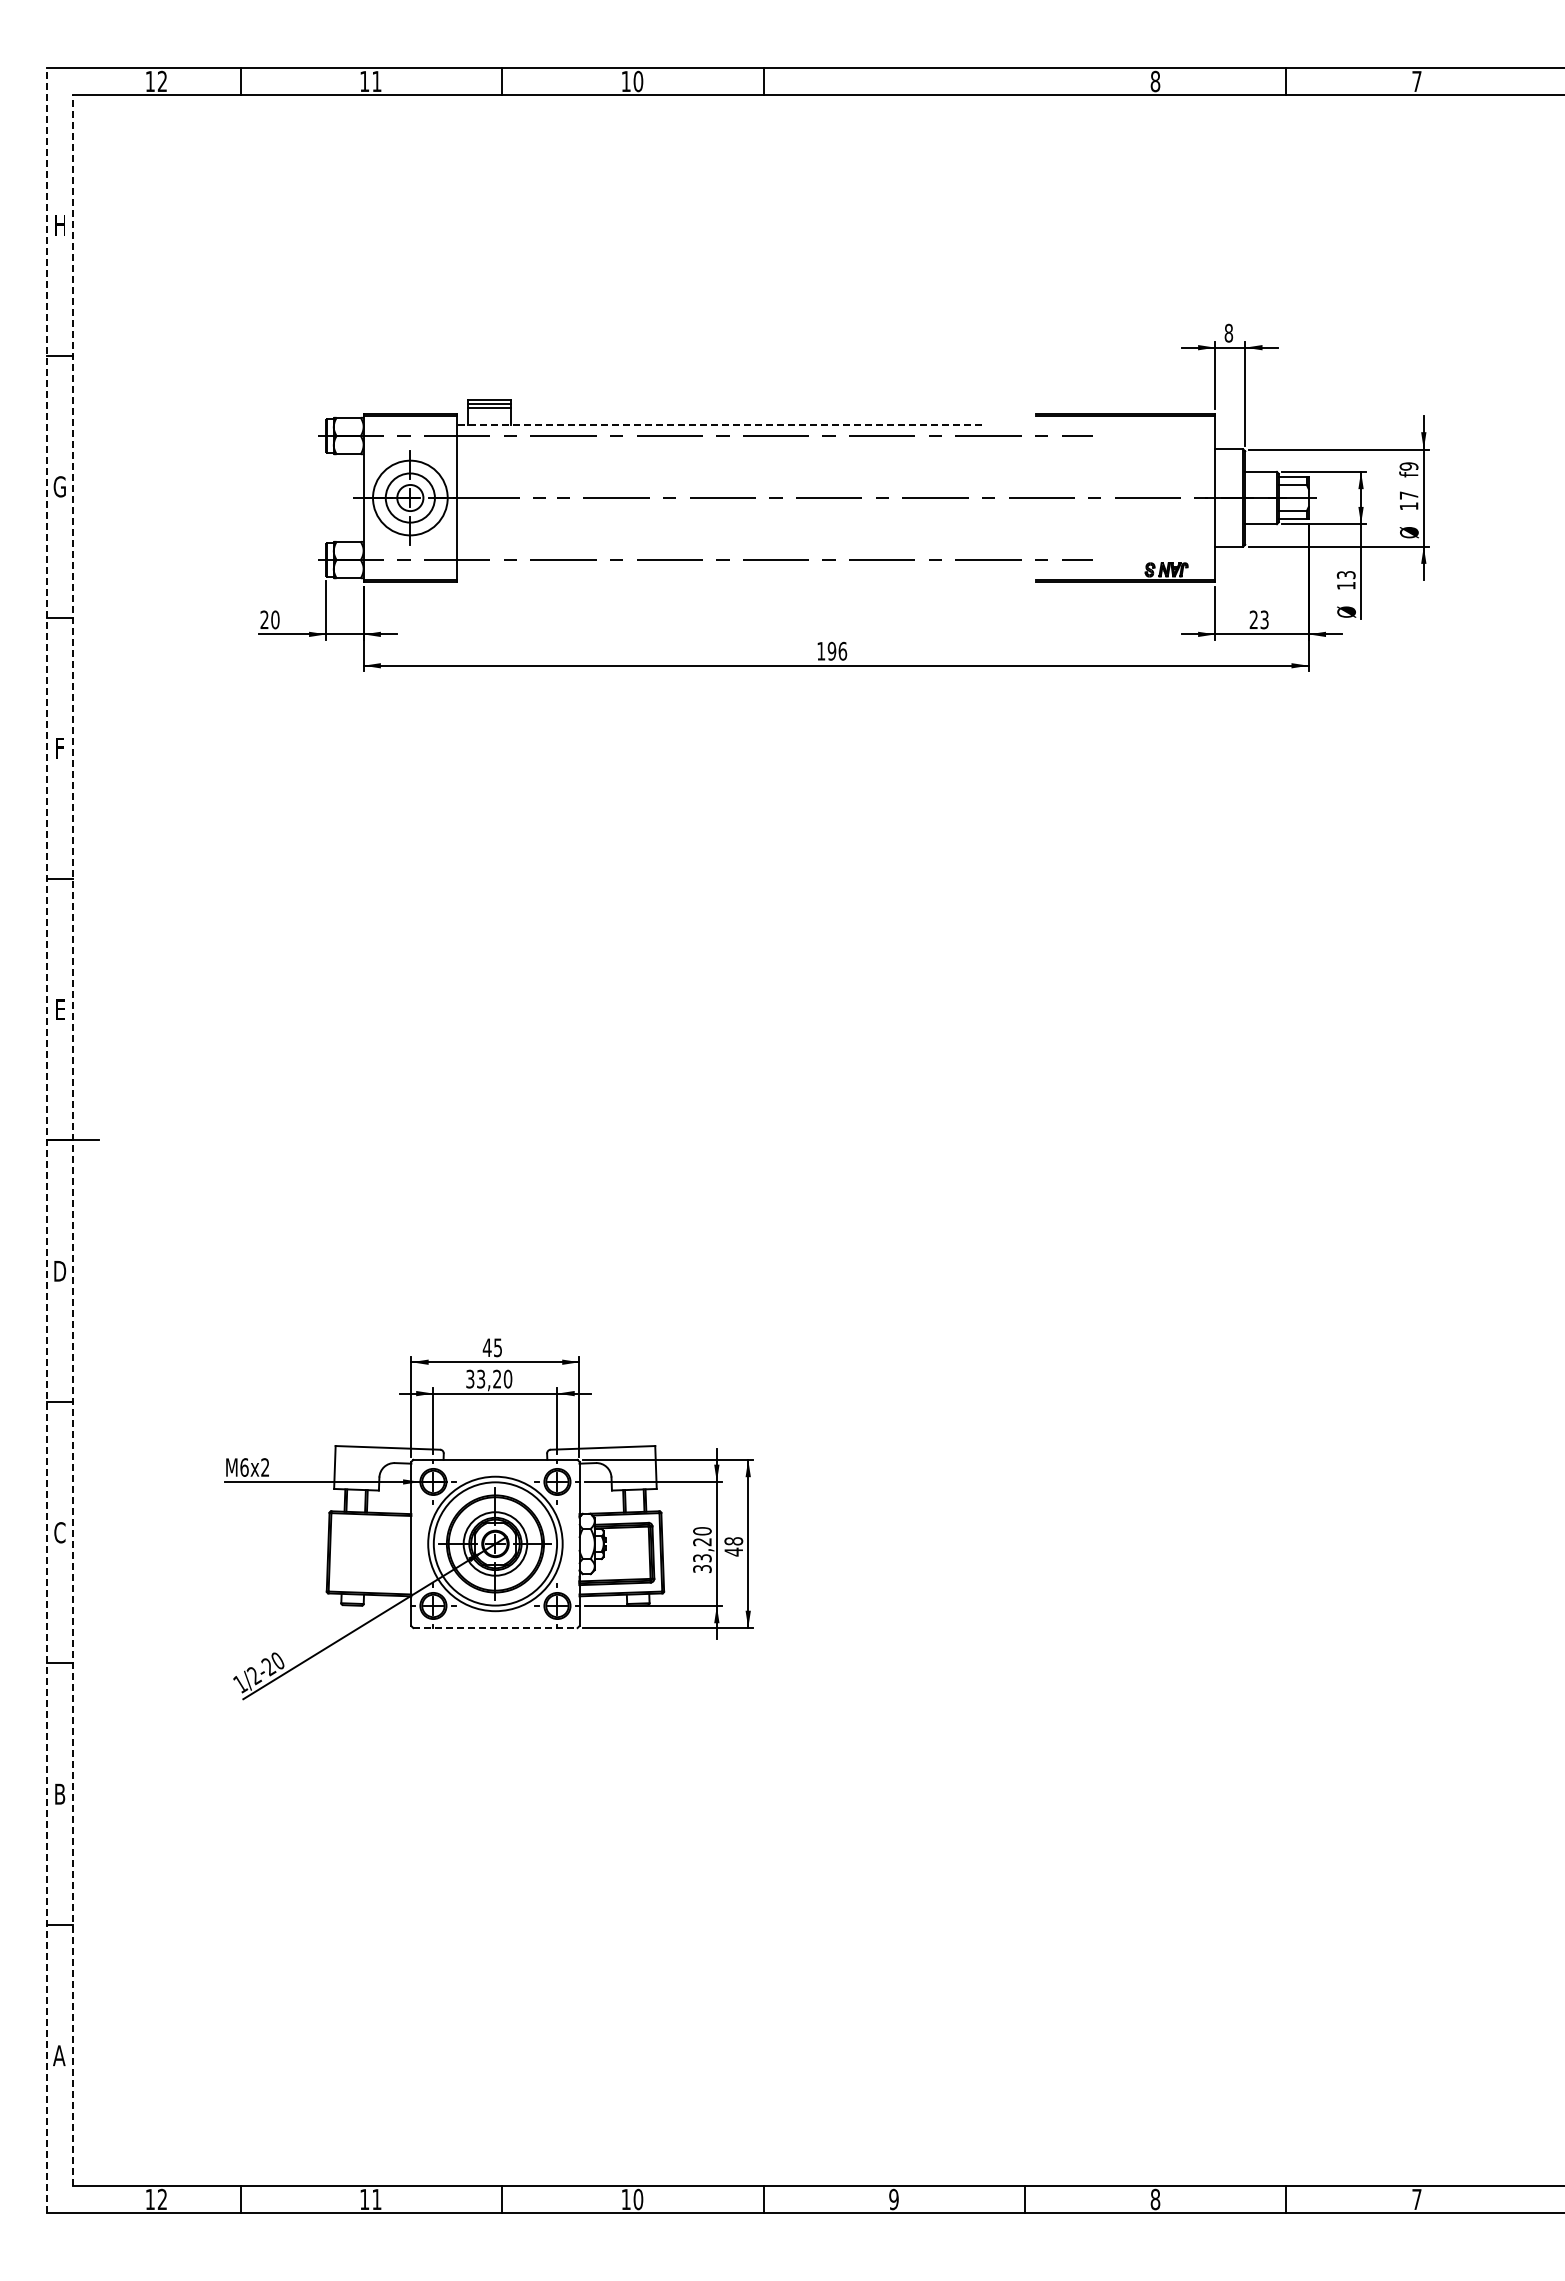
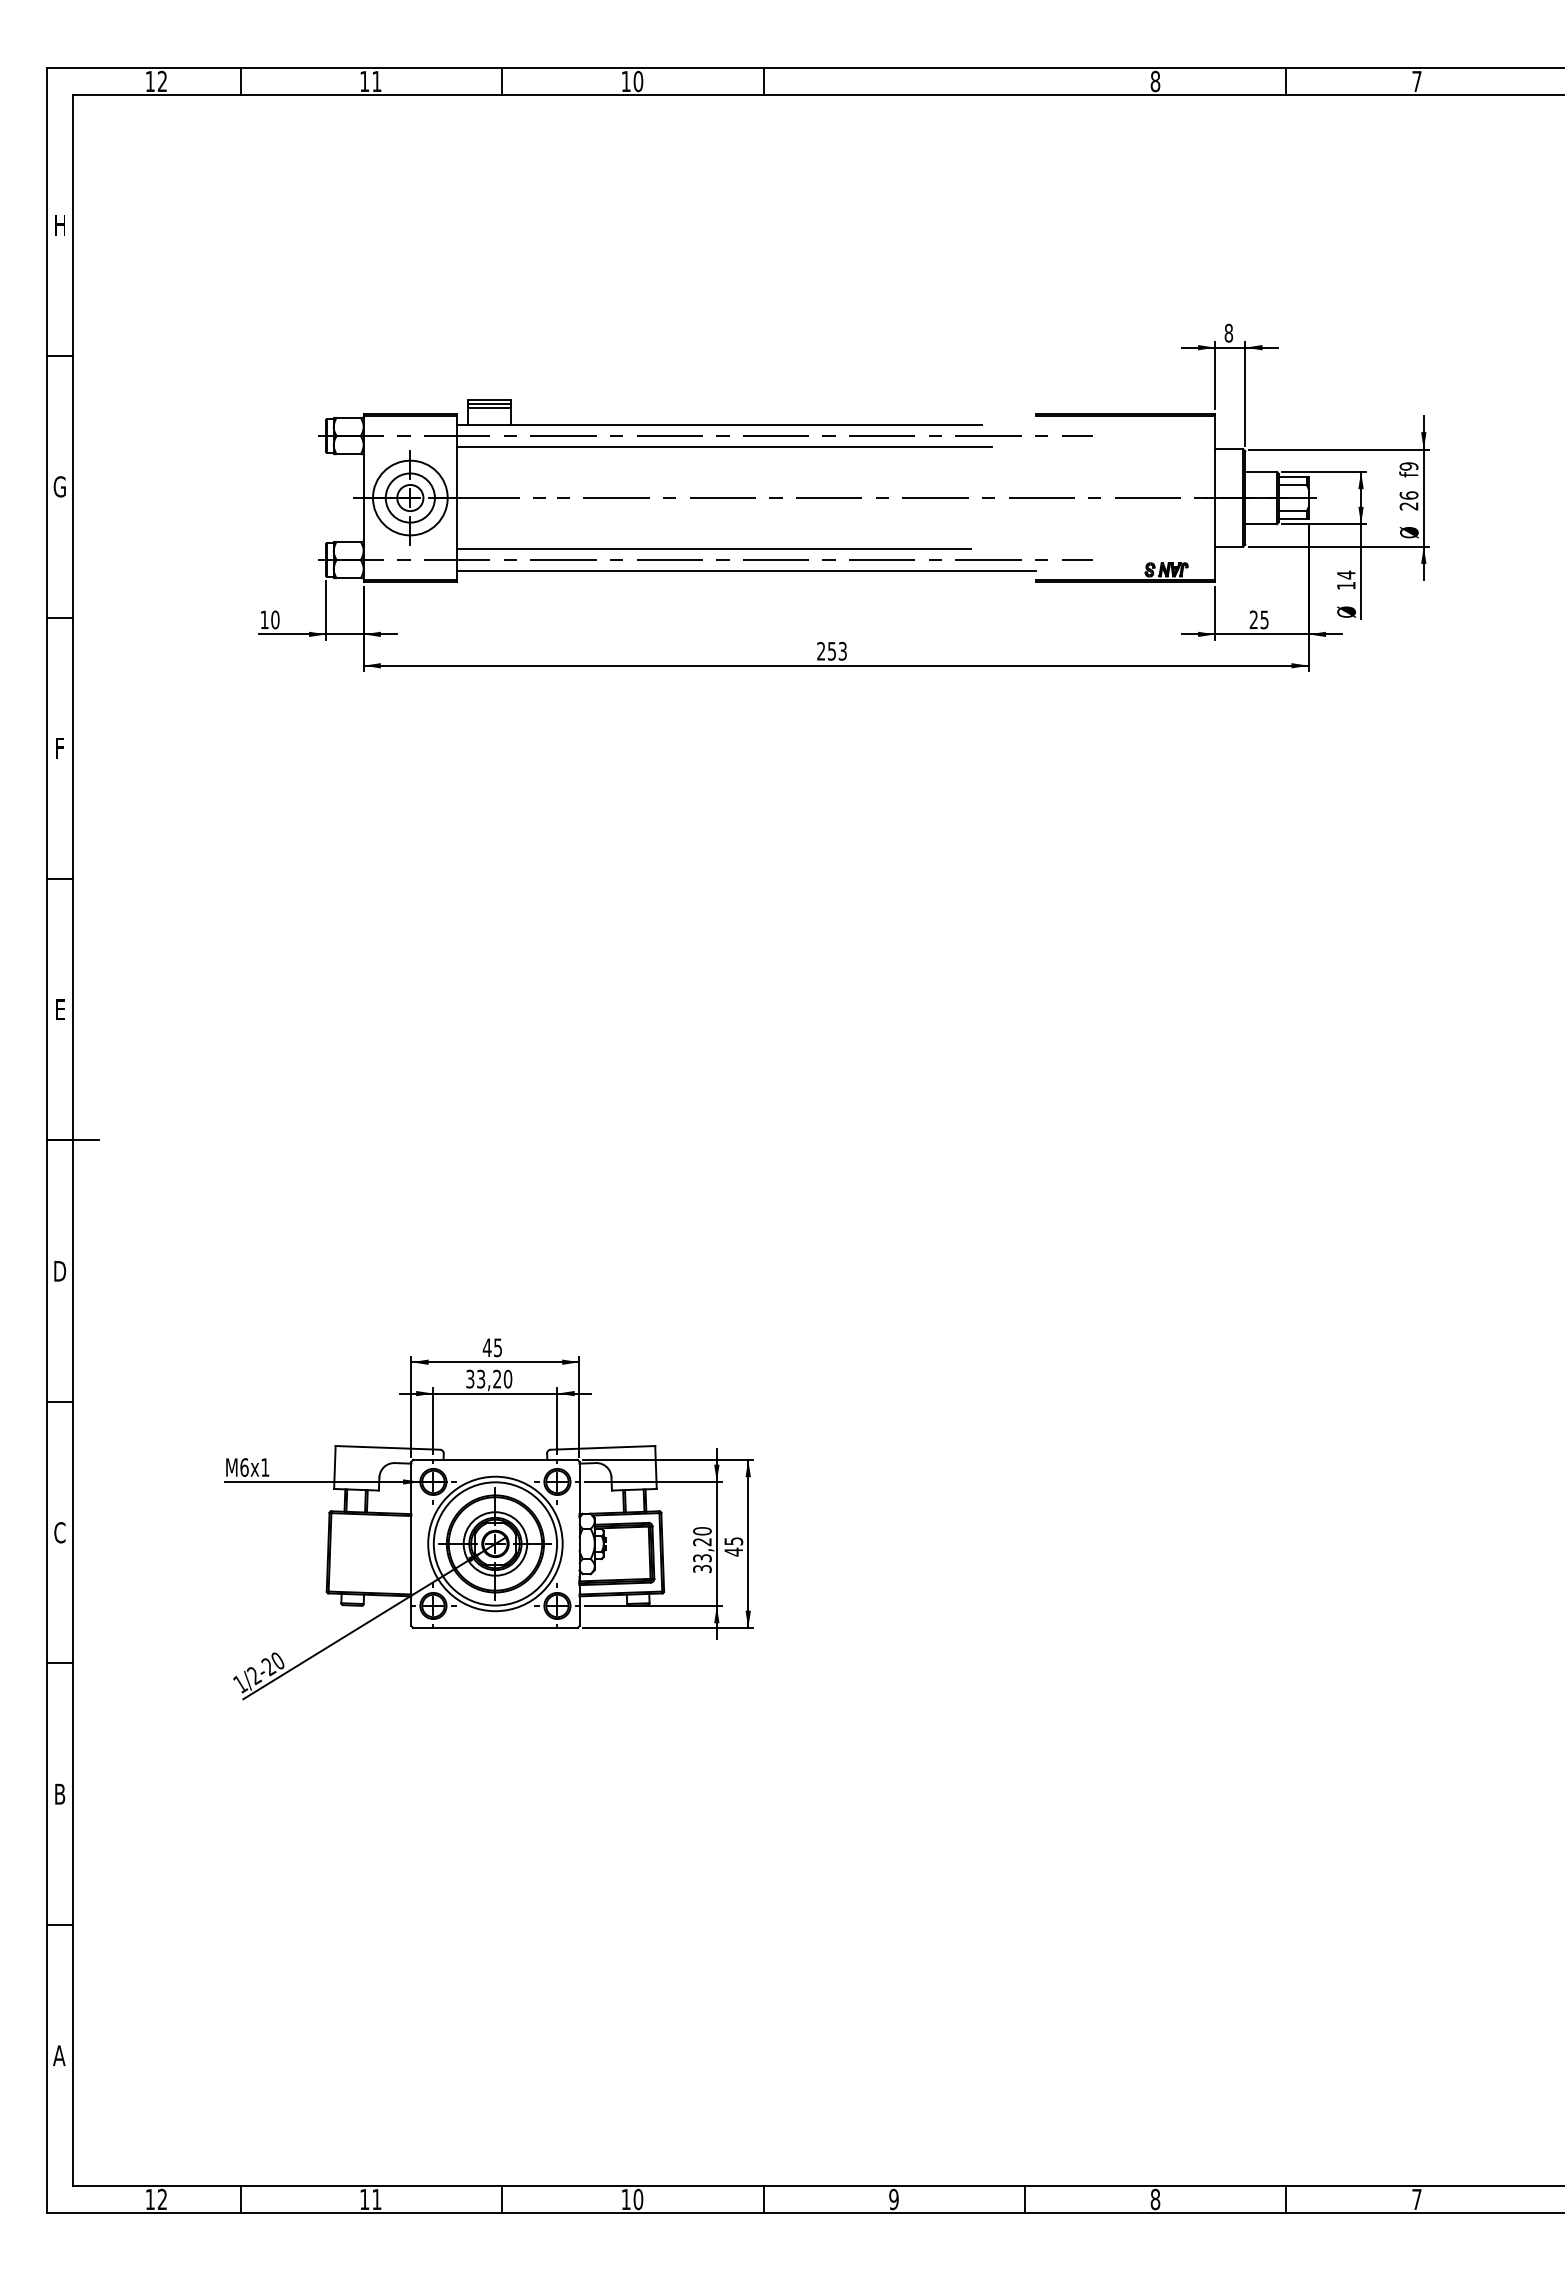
line at (718, 424): dashed -> solid
line at (724, 447): none -> present
text at (1408, 500): 17 -> 26
line at (713, 548): none -> present
line at (746, 571): none -> present
text at (1345, 574): 13 -> 14
text at (264, 619): 20 -> 10
text at (1264, 619): 23 -> 25
text at (832, 650): 196 -> 253
line at (47, 1140): dashed -> solid
line at (73, 1140): dashed -> solid
text at (265, 1467): M6x2 -> M6x1
text at (733, 1541): 48 -> 45
line at (495, 1628): dashed -> solid
